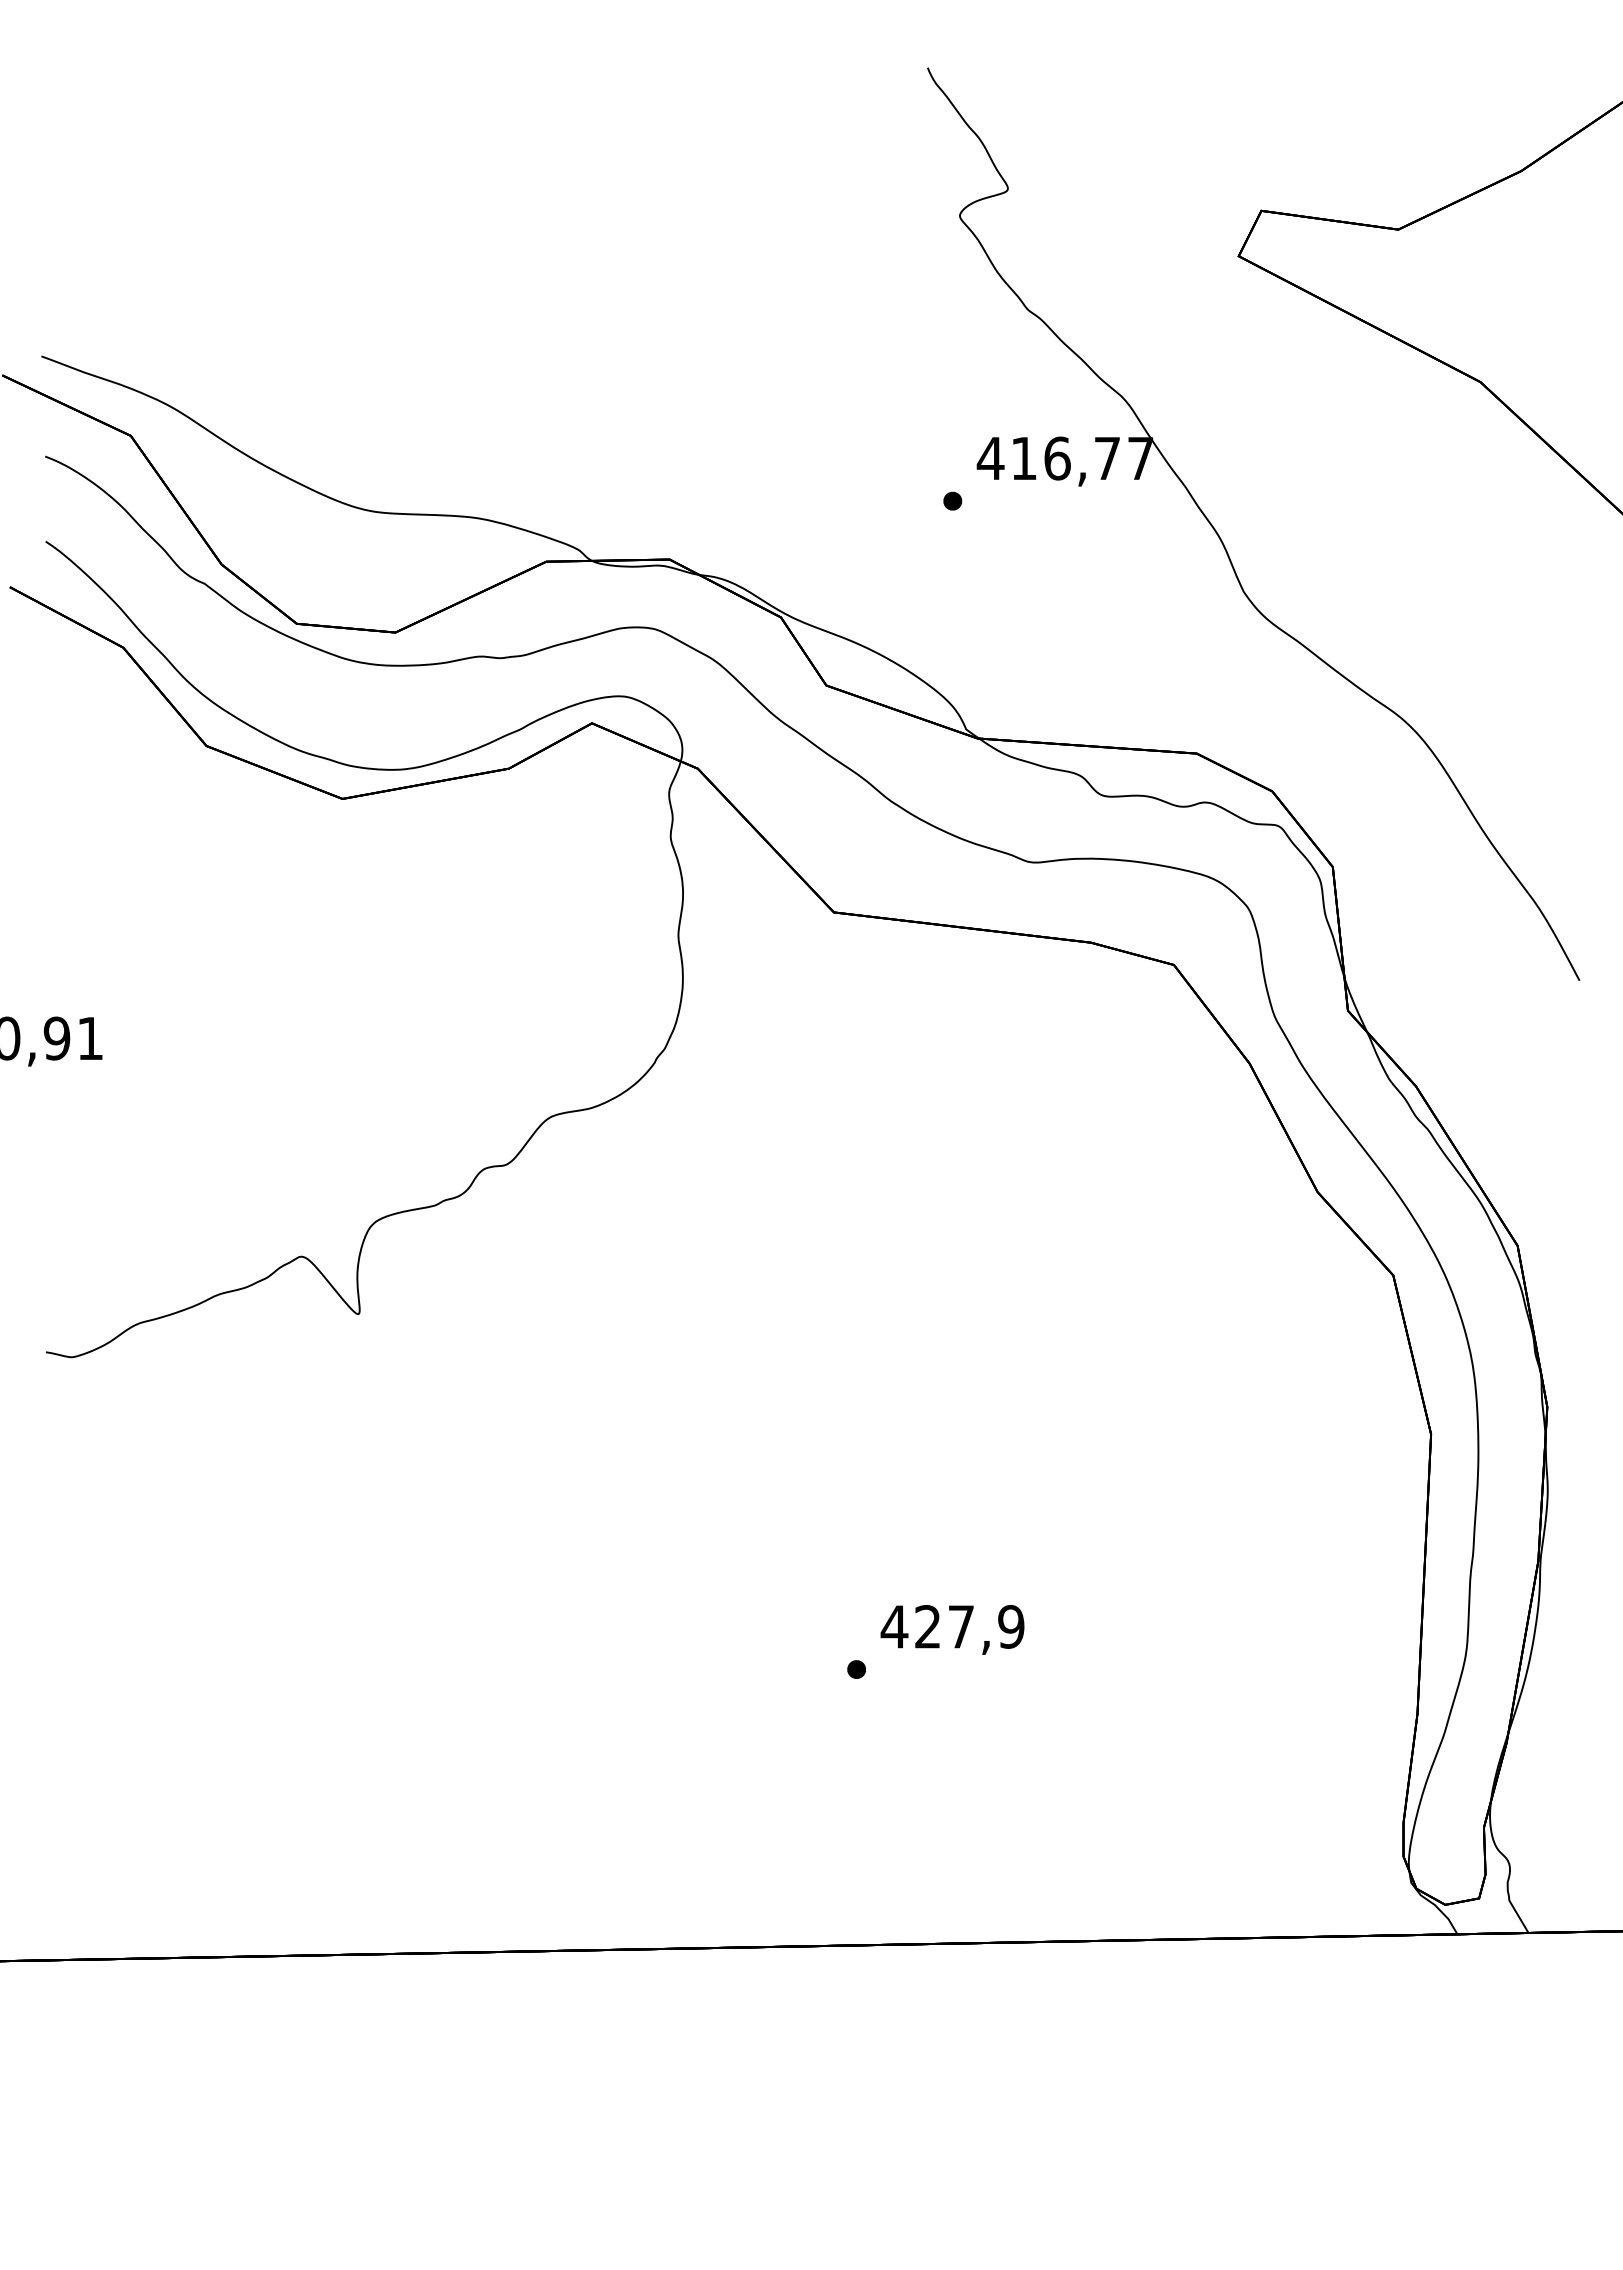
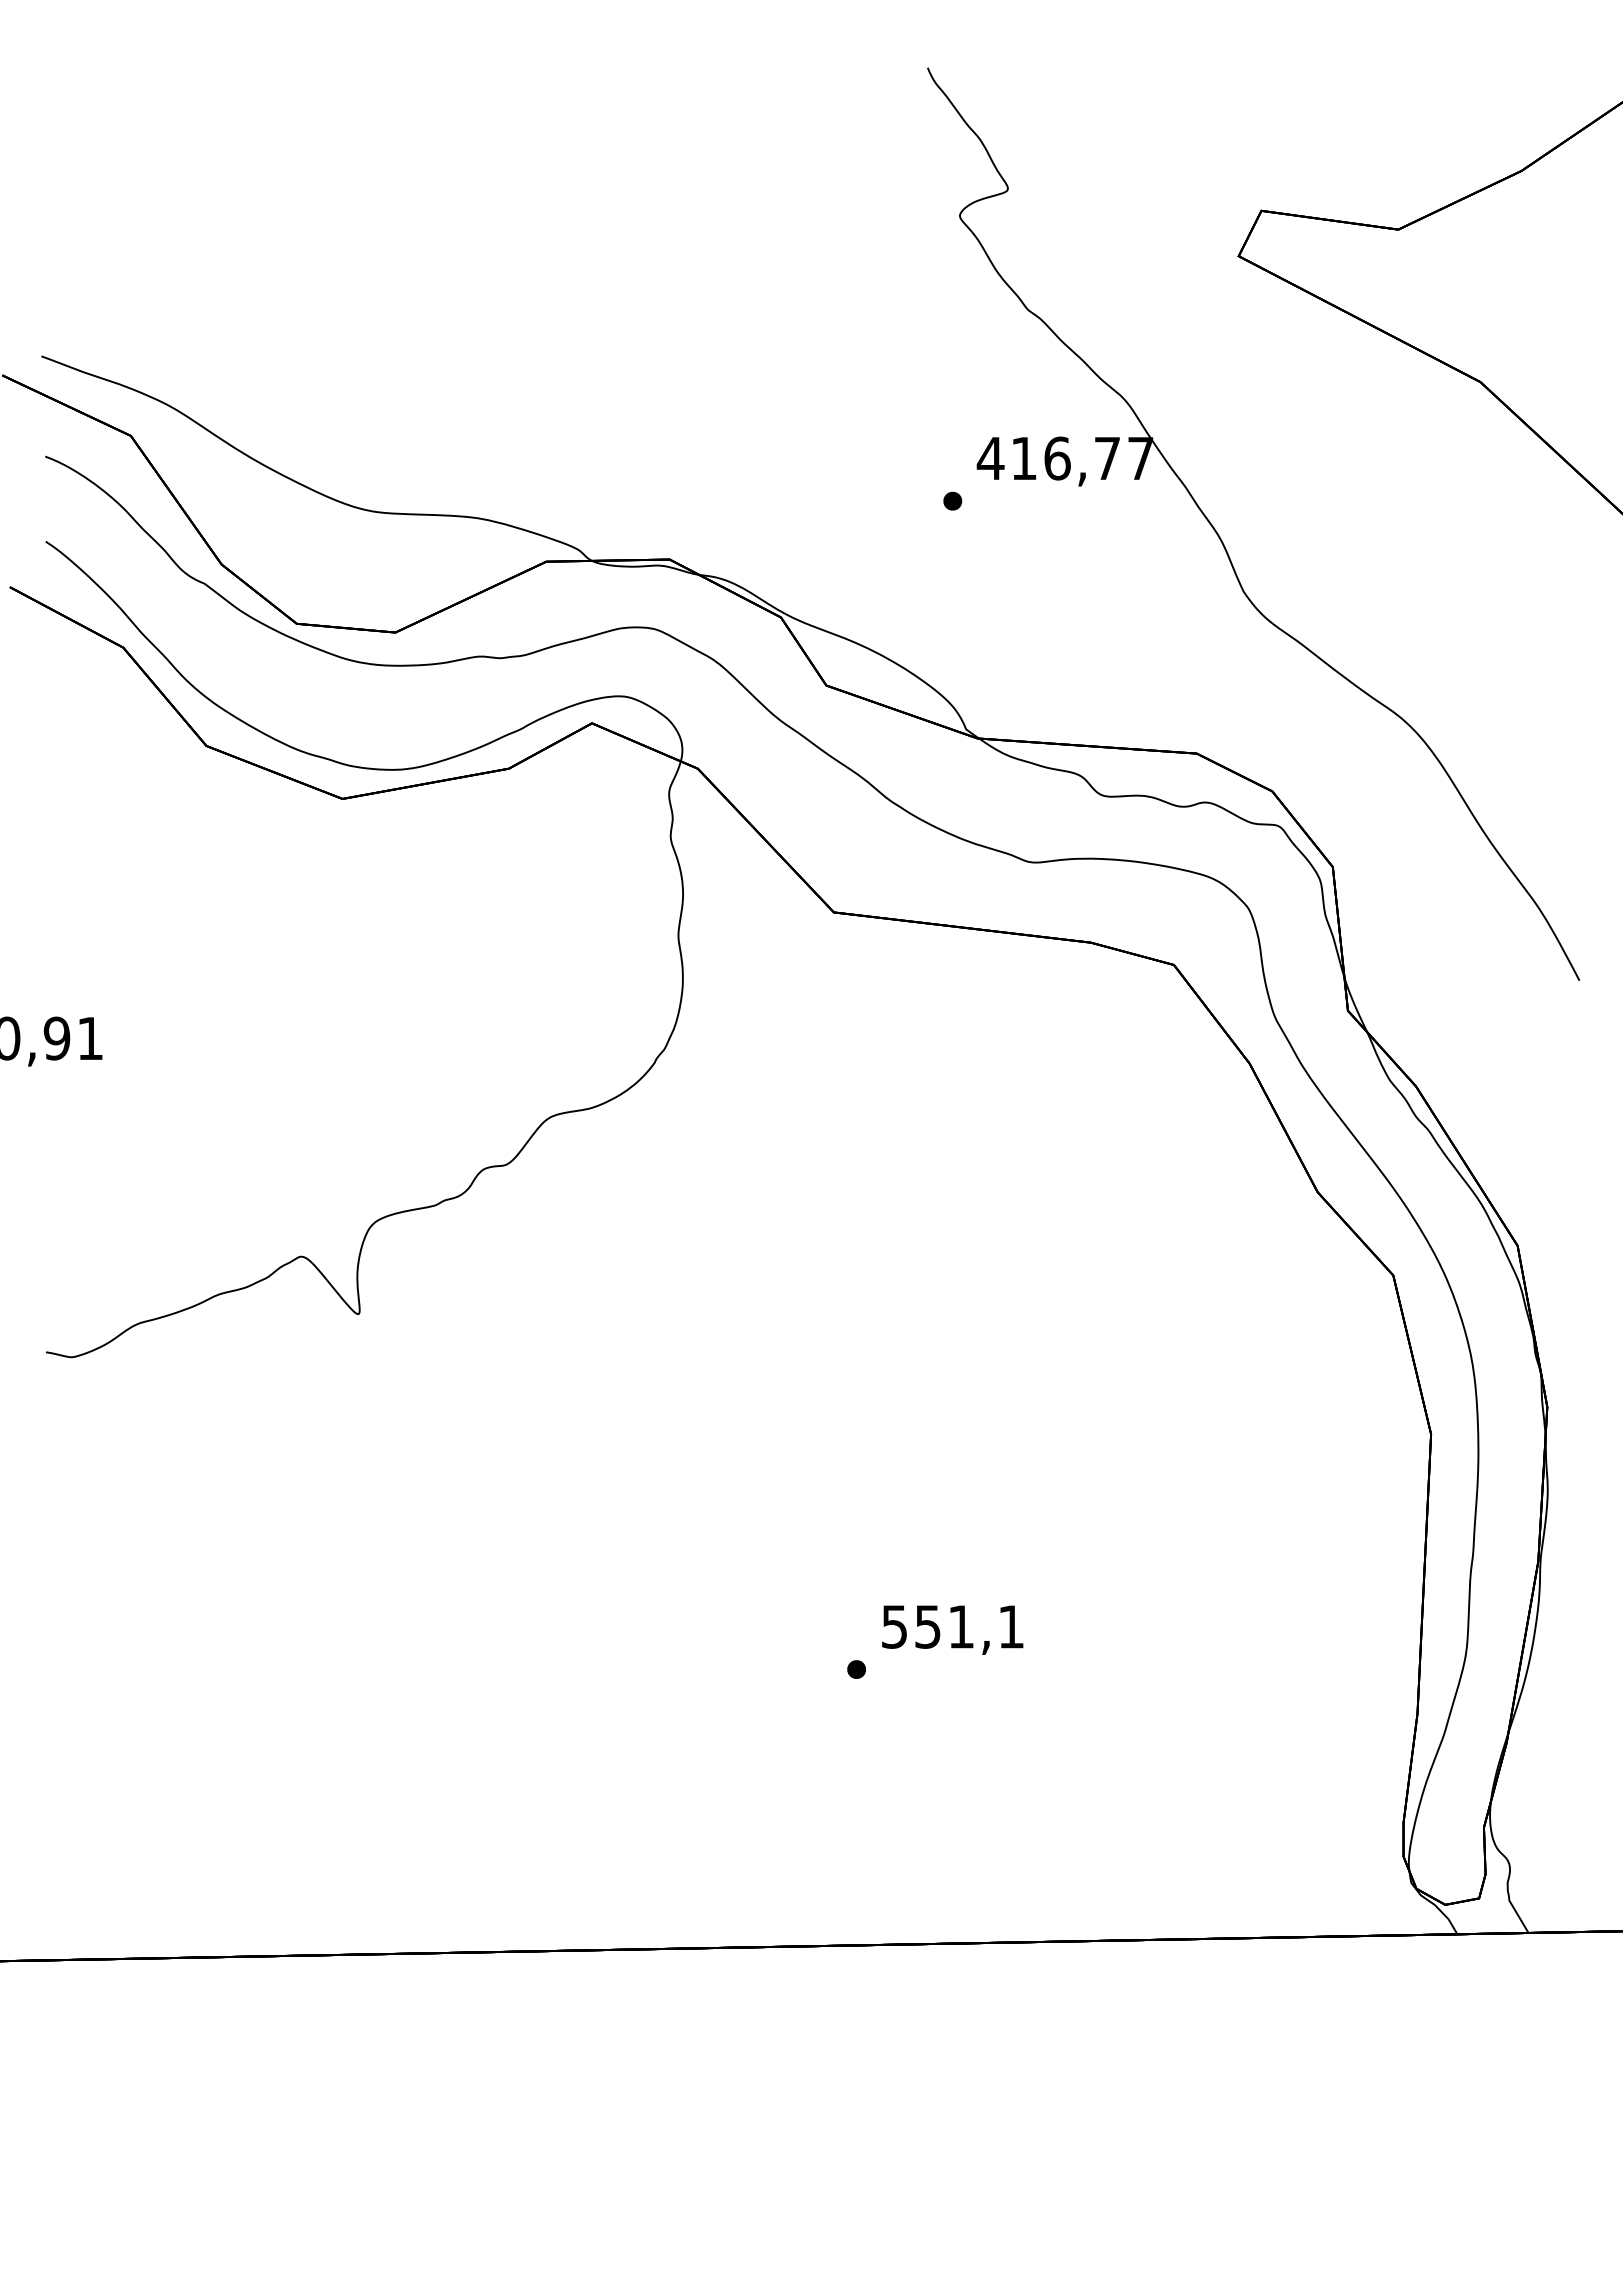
text at (952, 1626): 427,9 -> 551,1
